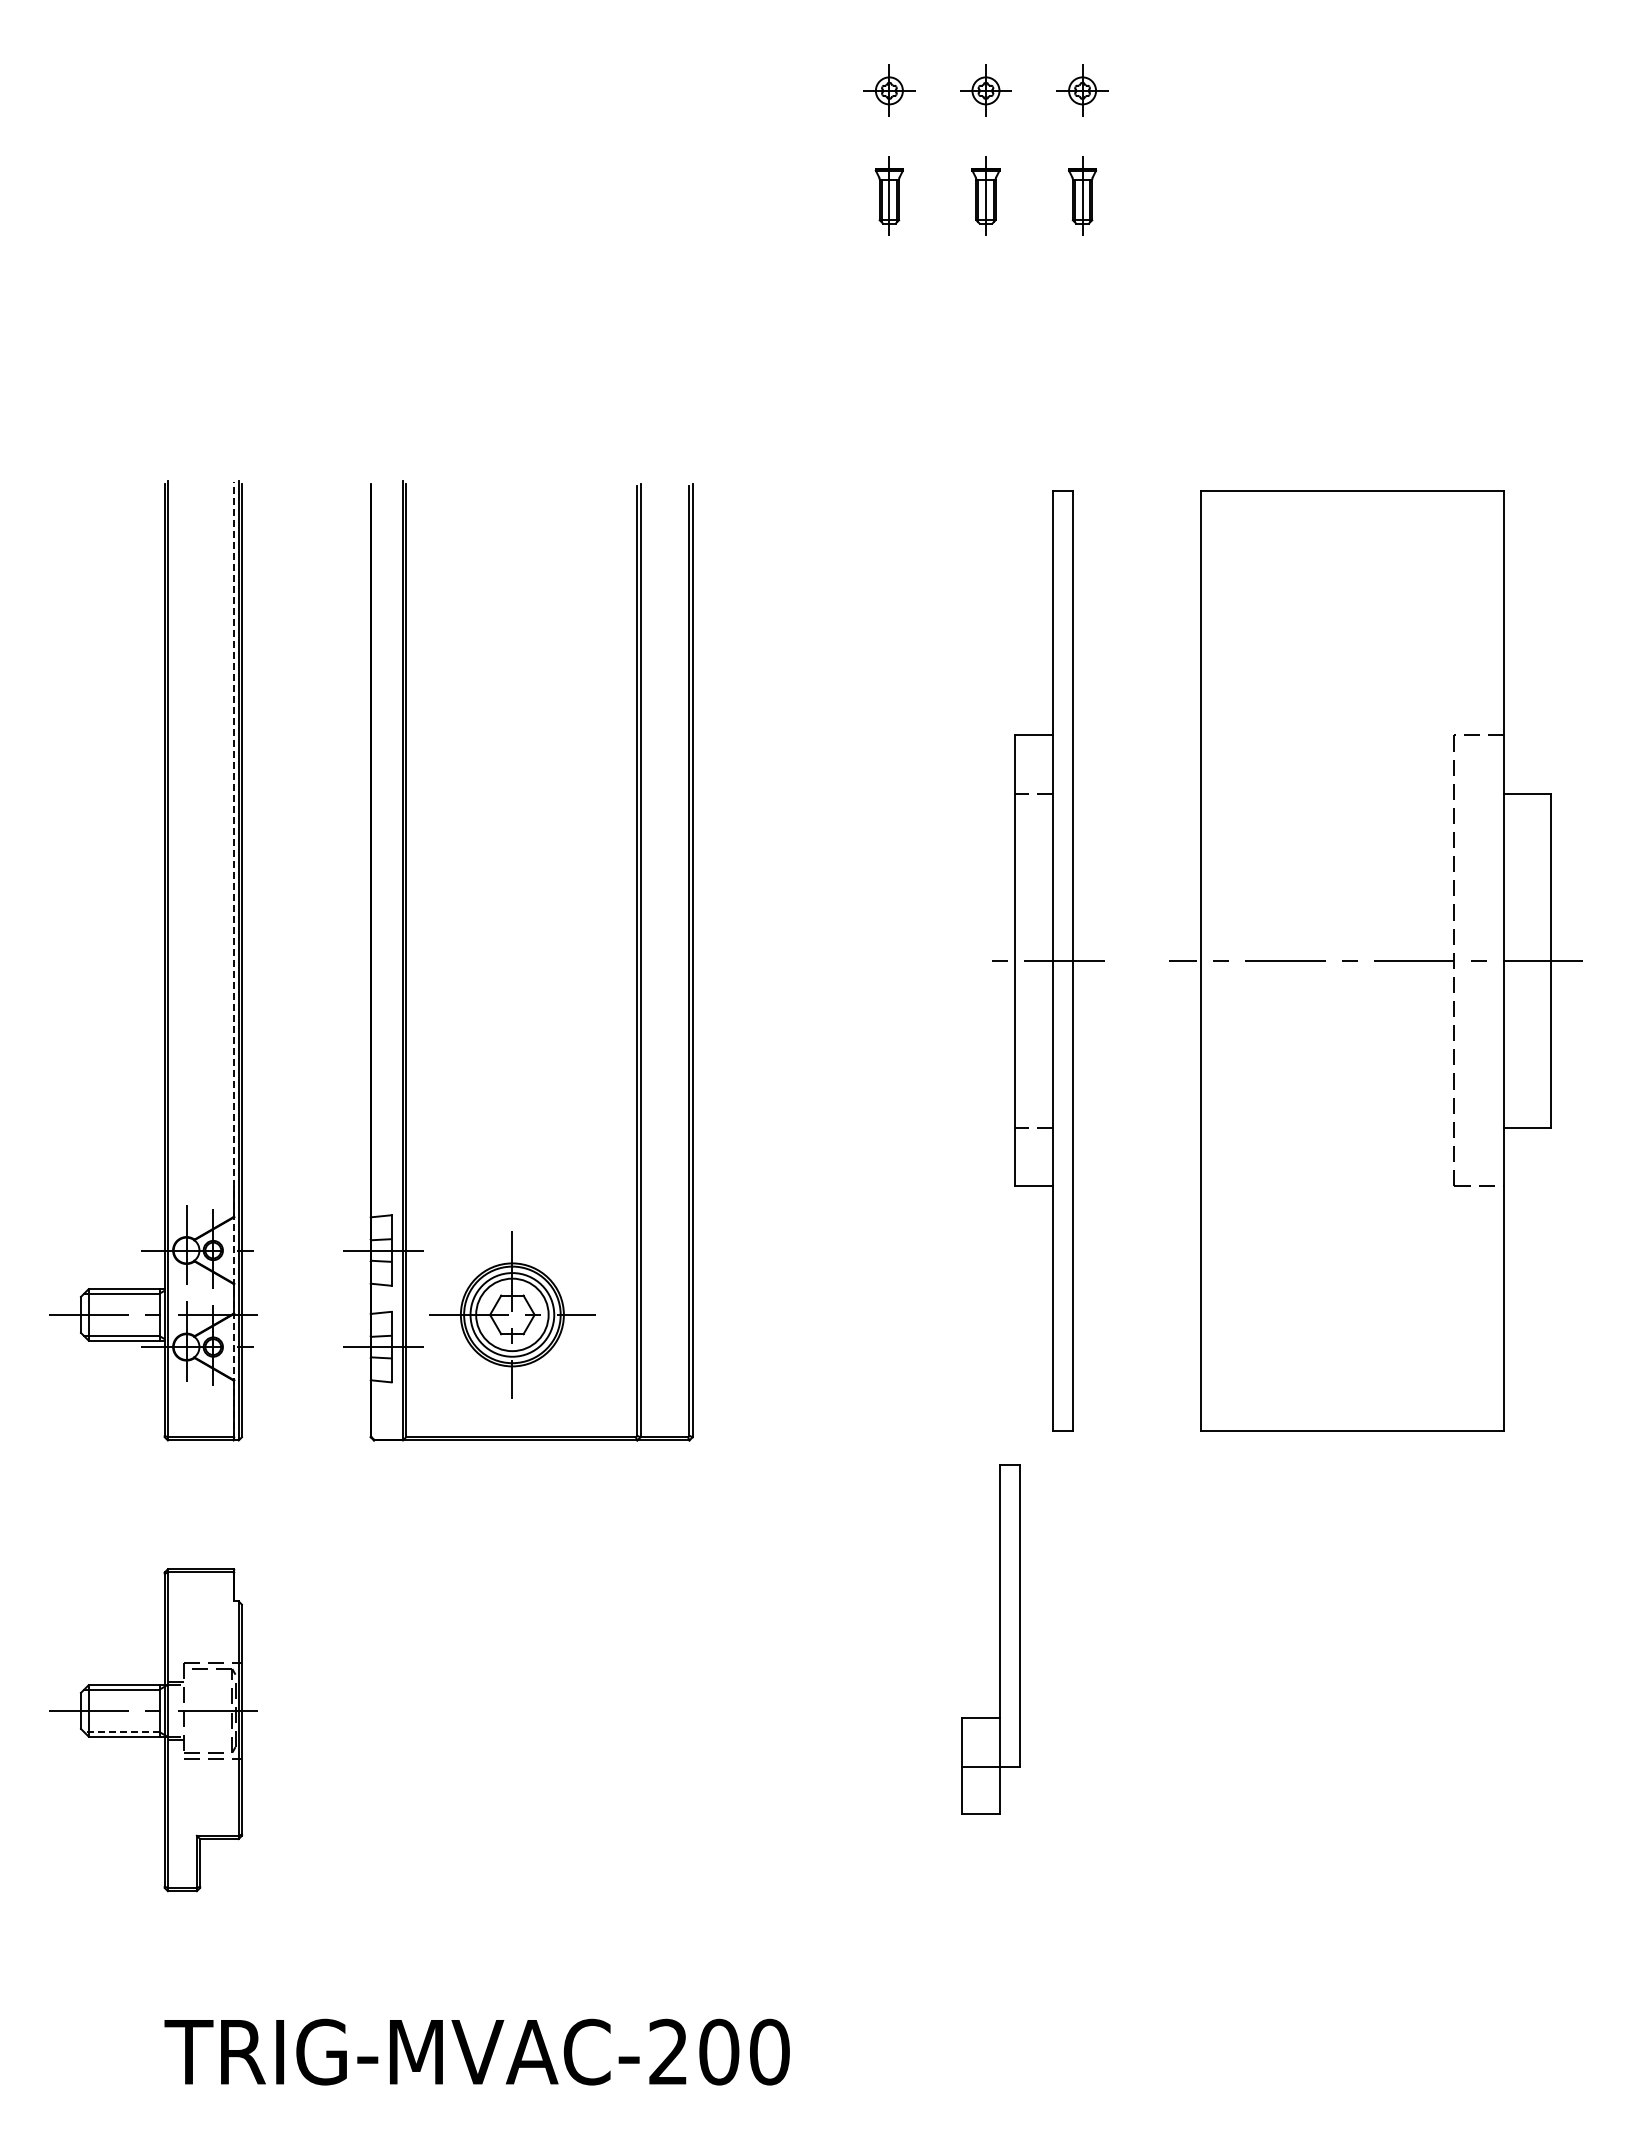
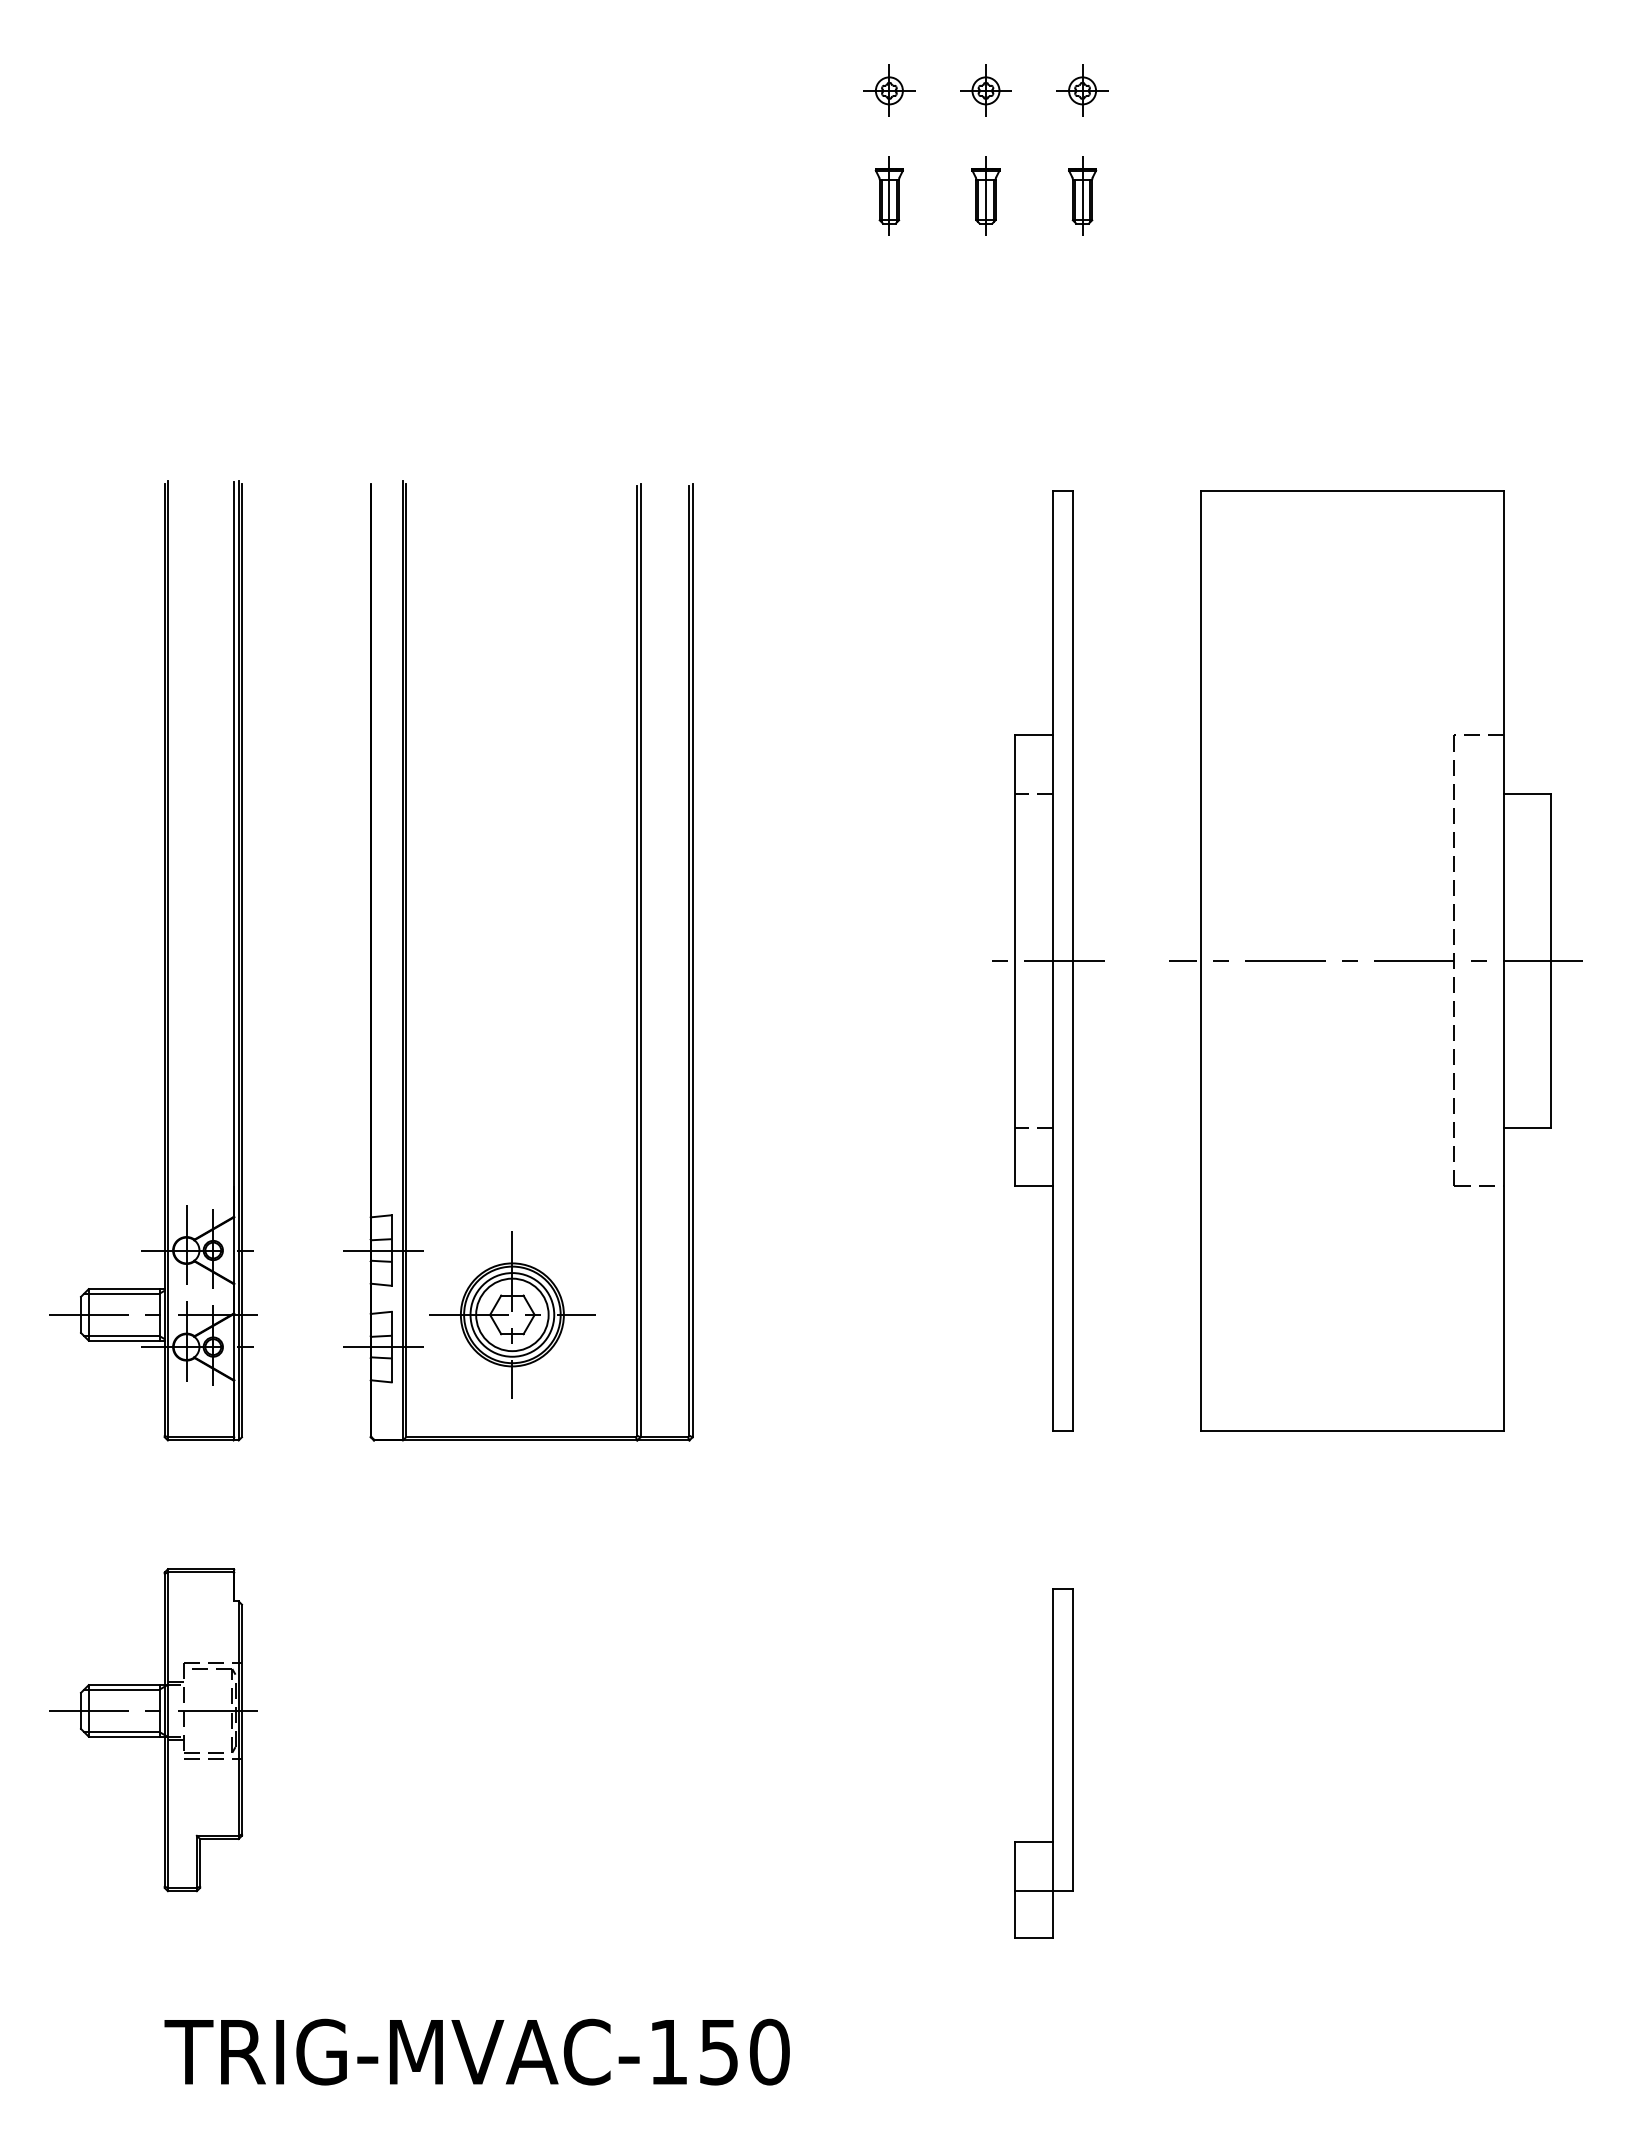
line at (234, 960): dashed -> solid
part at (999, 1639) position: (999, 1639) -> (1052, 1763)
line at (122, 1732): dashed -> solid
text at (694, 2051): TRIG-MVAC-200 -> TRIG-MVAC-150
